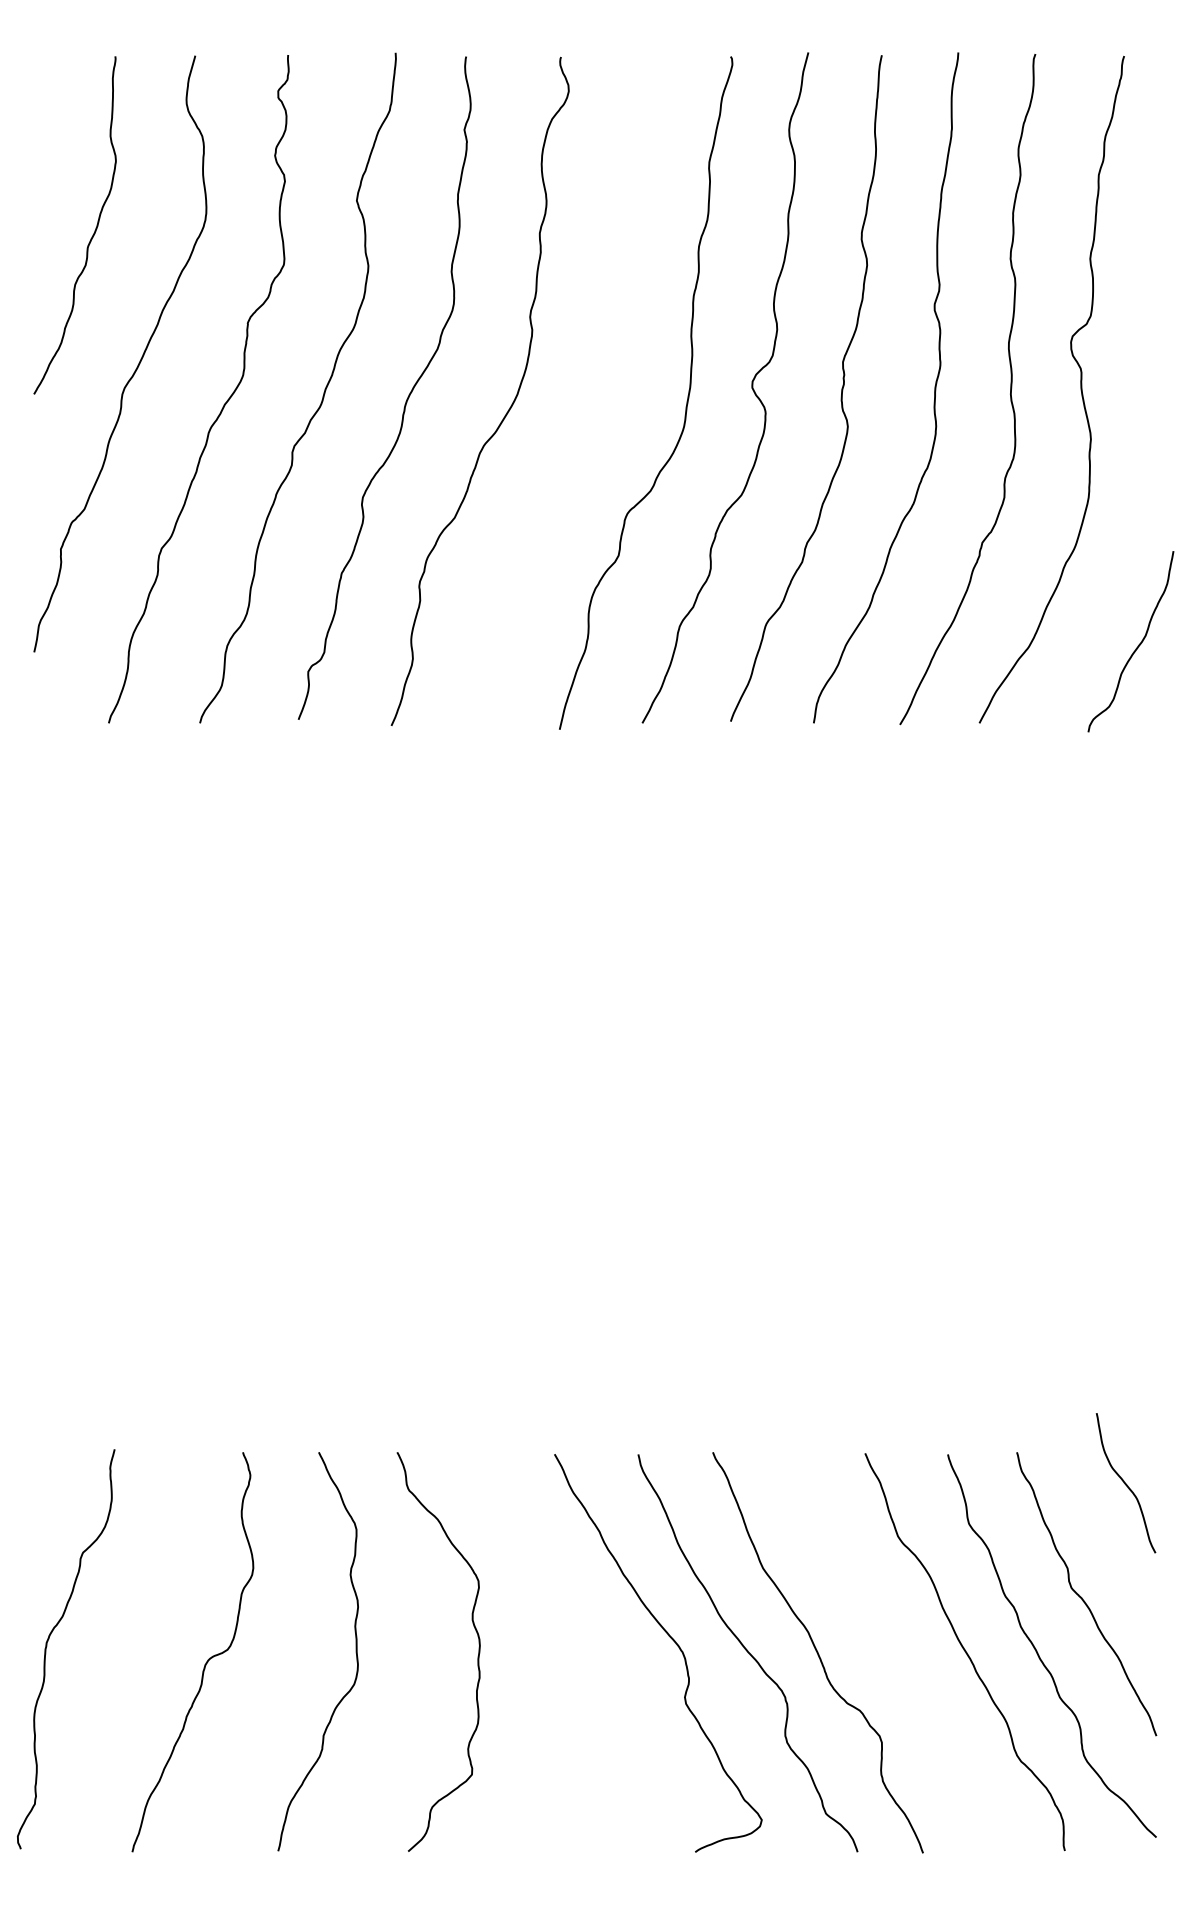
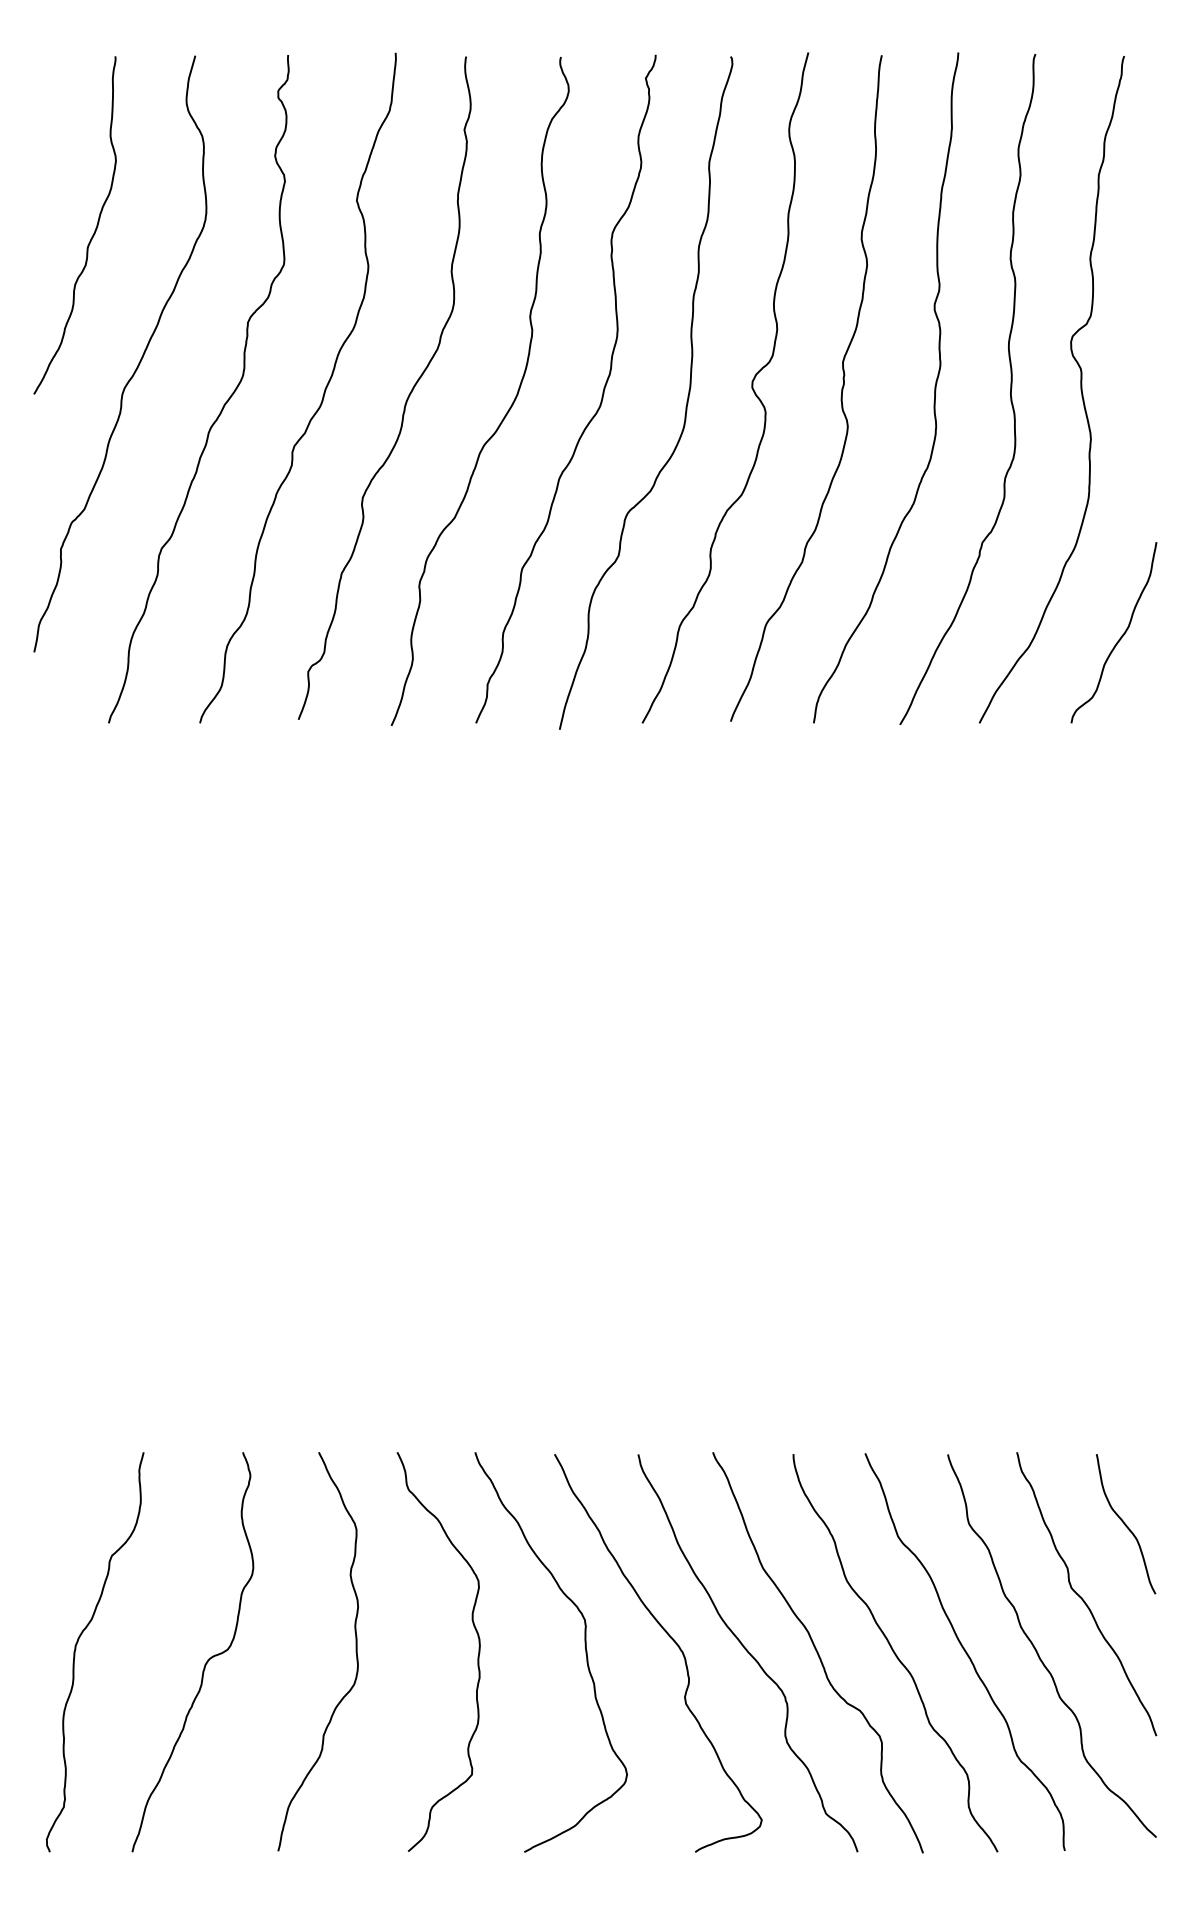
curve at (601, 396): none -> present
curve at (1136, 647) position: (1136, 647) -> (1119, 638)
curve at (1125, 1483) position: (1125, 1483) -> (1125, 1524)
curve at (584, 1645): none -> present
curve at (47, 1646) position: (47, 1646) -> (76, 1649)
curve at (895, 1653): none -> present
